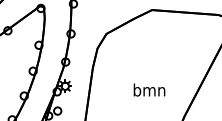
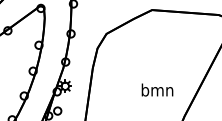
text at (149, 89) position: (149, 89) -> (157, 89)
